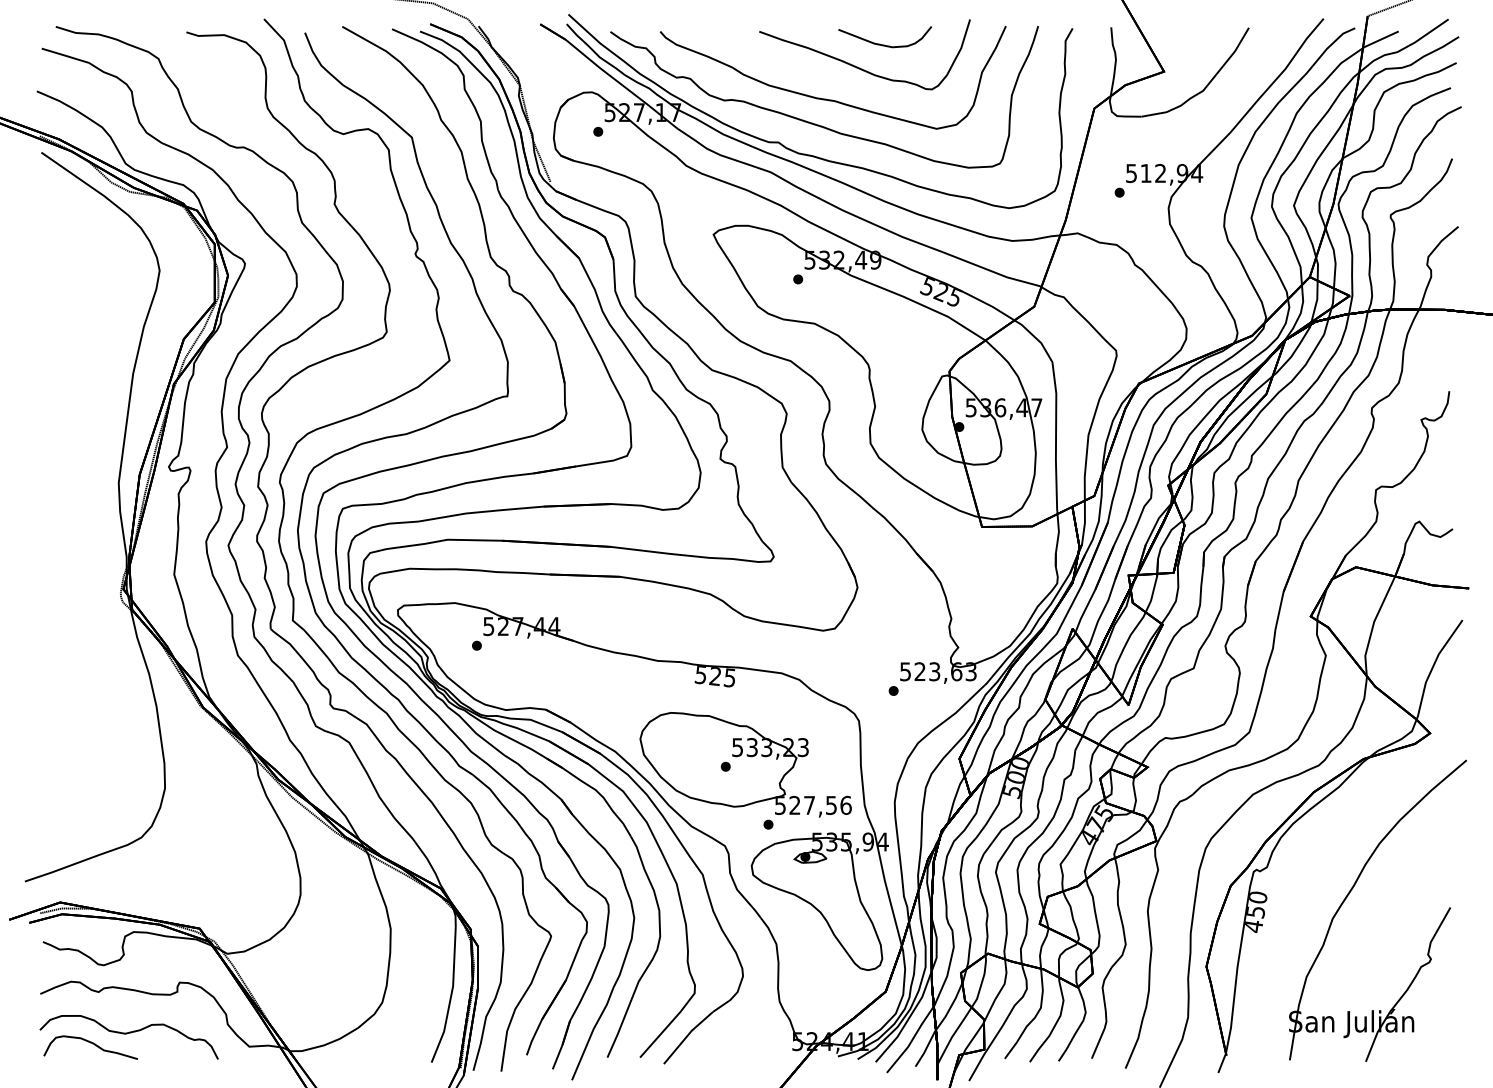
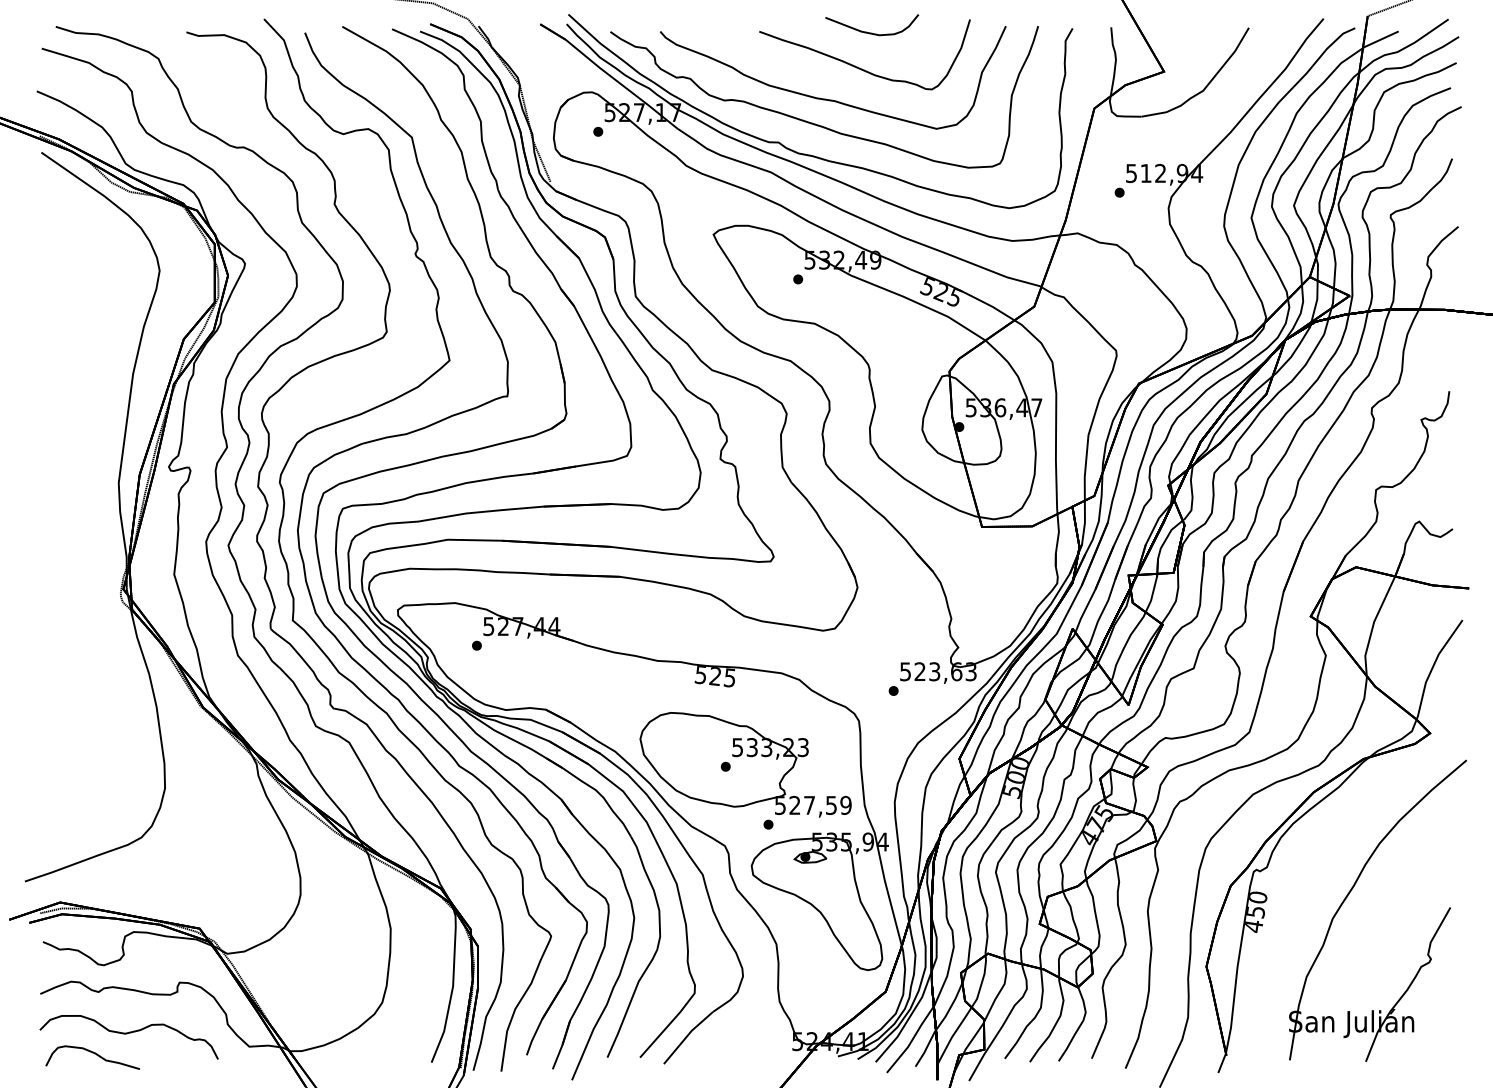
curve at (884, 44) position: (884, 44) -> (871, 32)
text at (845, 804): 527,56 -> 527,59
part at (90, 1047) position: (90, 1047) -> (92, 1057)
